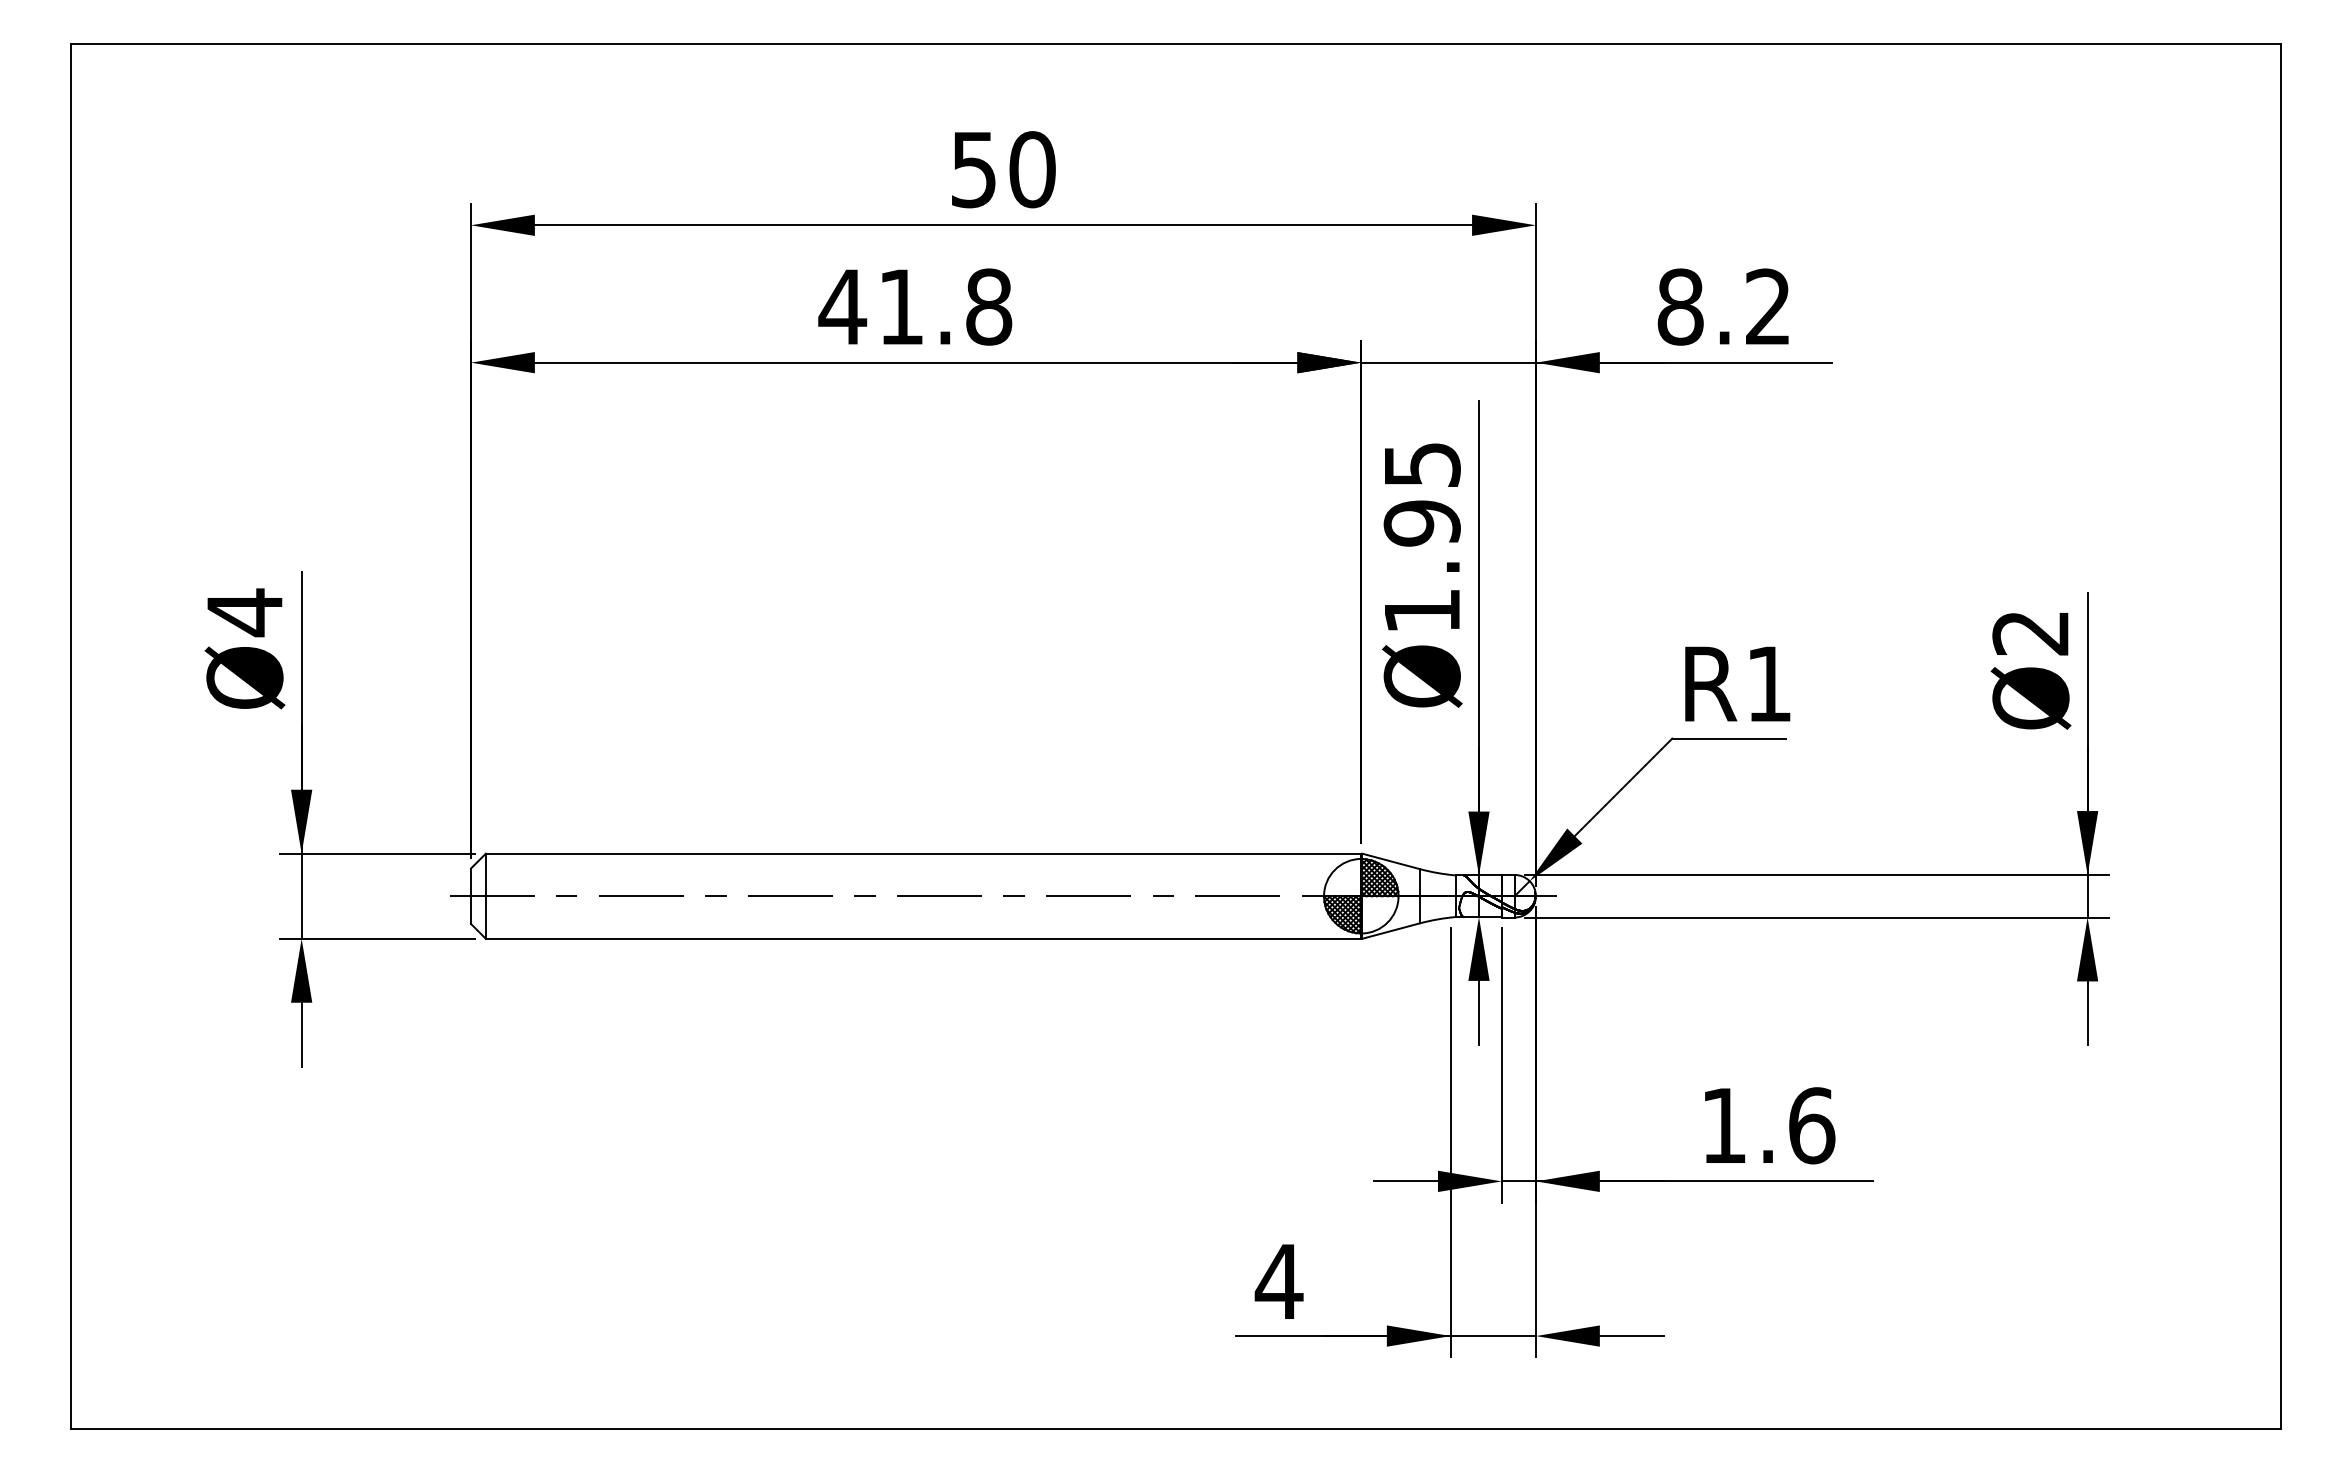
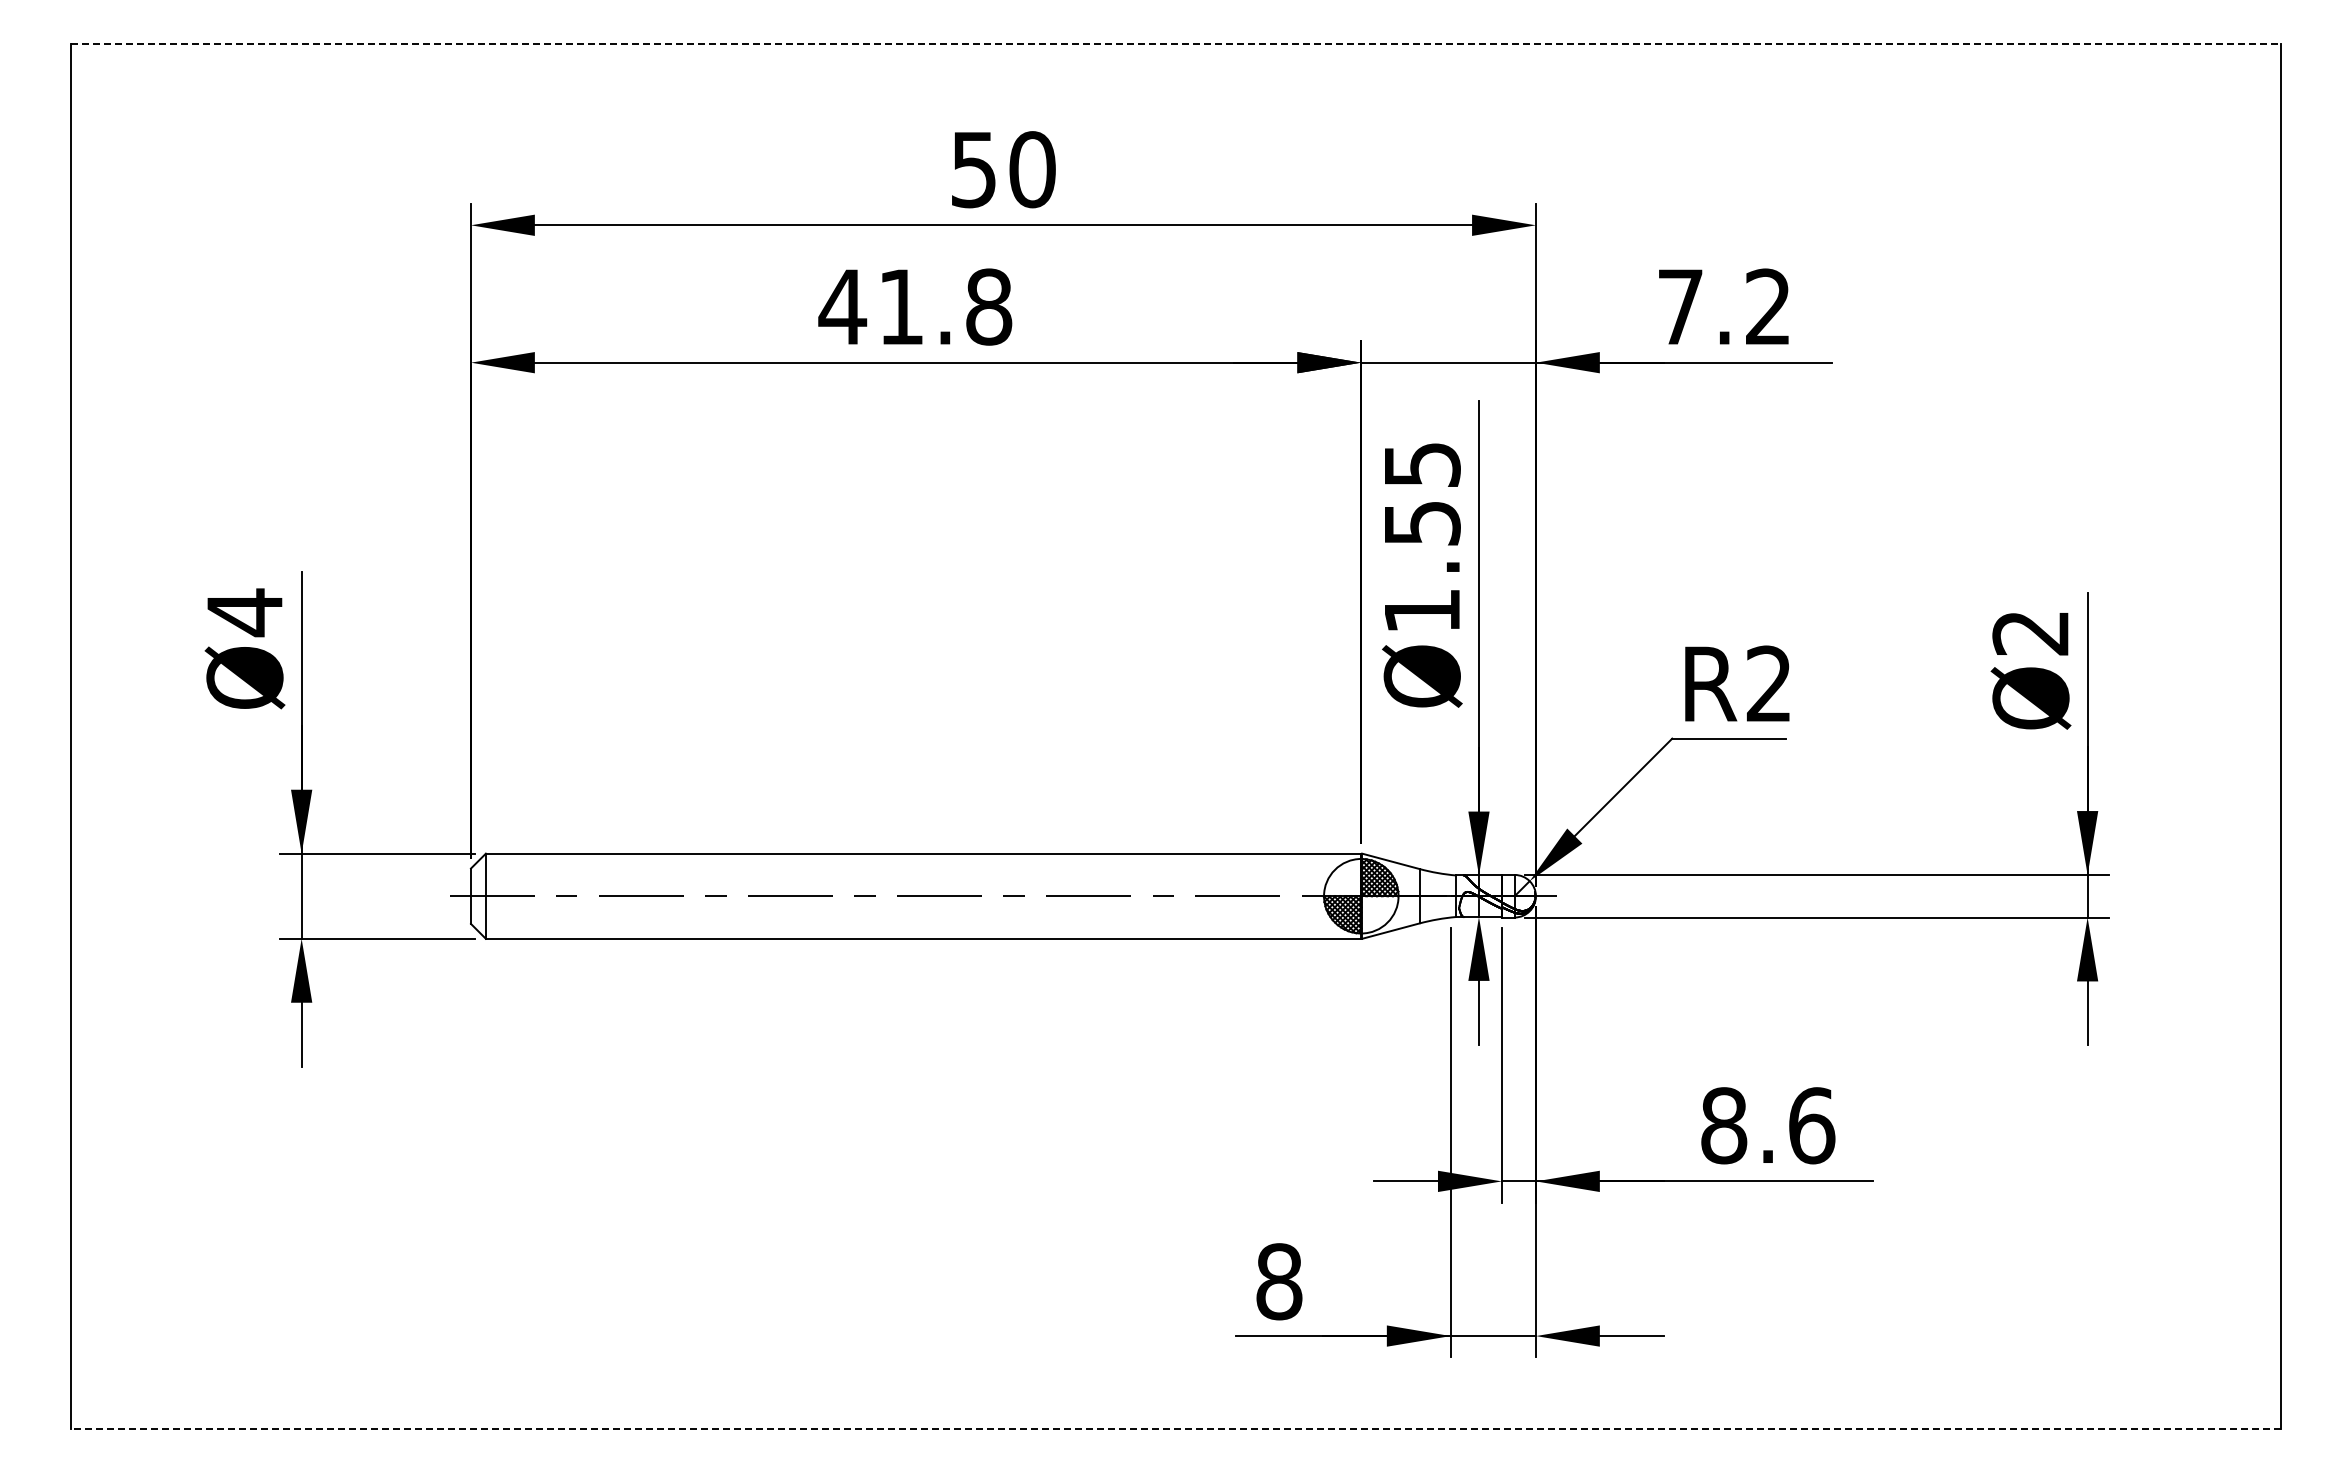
line at (1176, 44): solid -> dashed
text at (1680, 306): 8.2 -> 7.2
text at (1421, 523): Ø1.95 -> Ø1.55
text at (1768, 683): R1 -> R2
text at (1724, 1125): 1.6 -> 8.6
text at (1278, 1281): 4 -> 8
line at (1175, 1428): solid -> dashed
